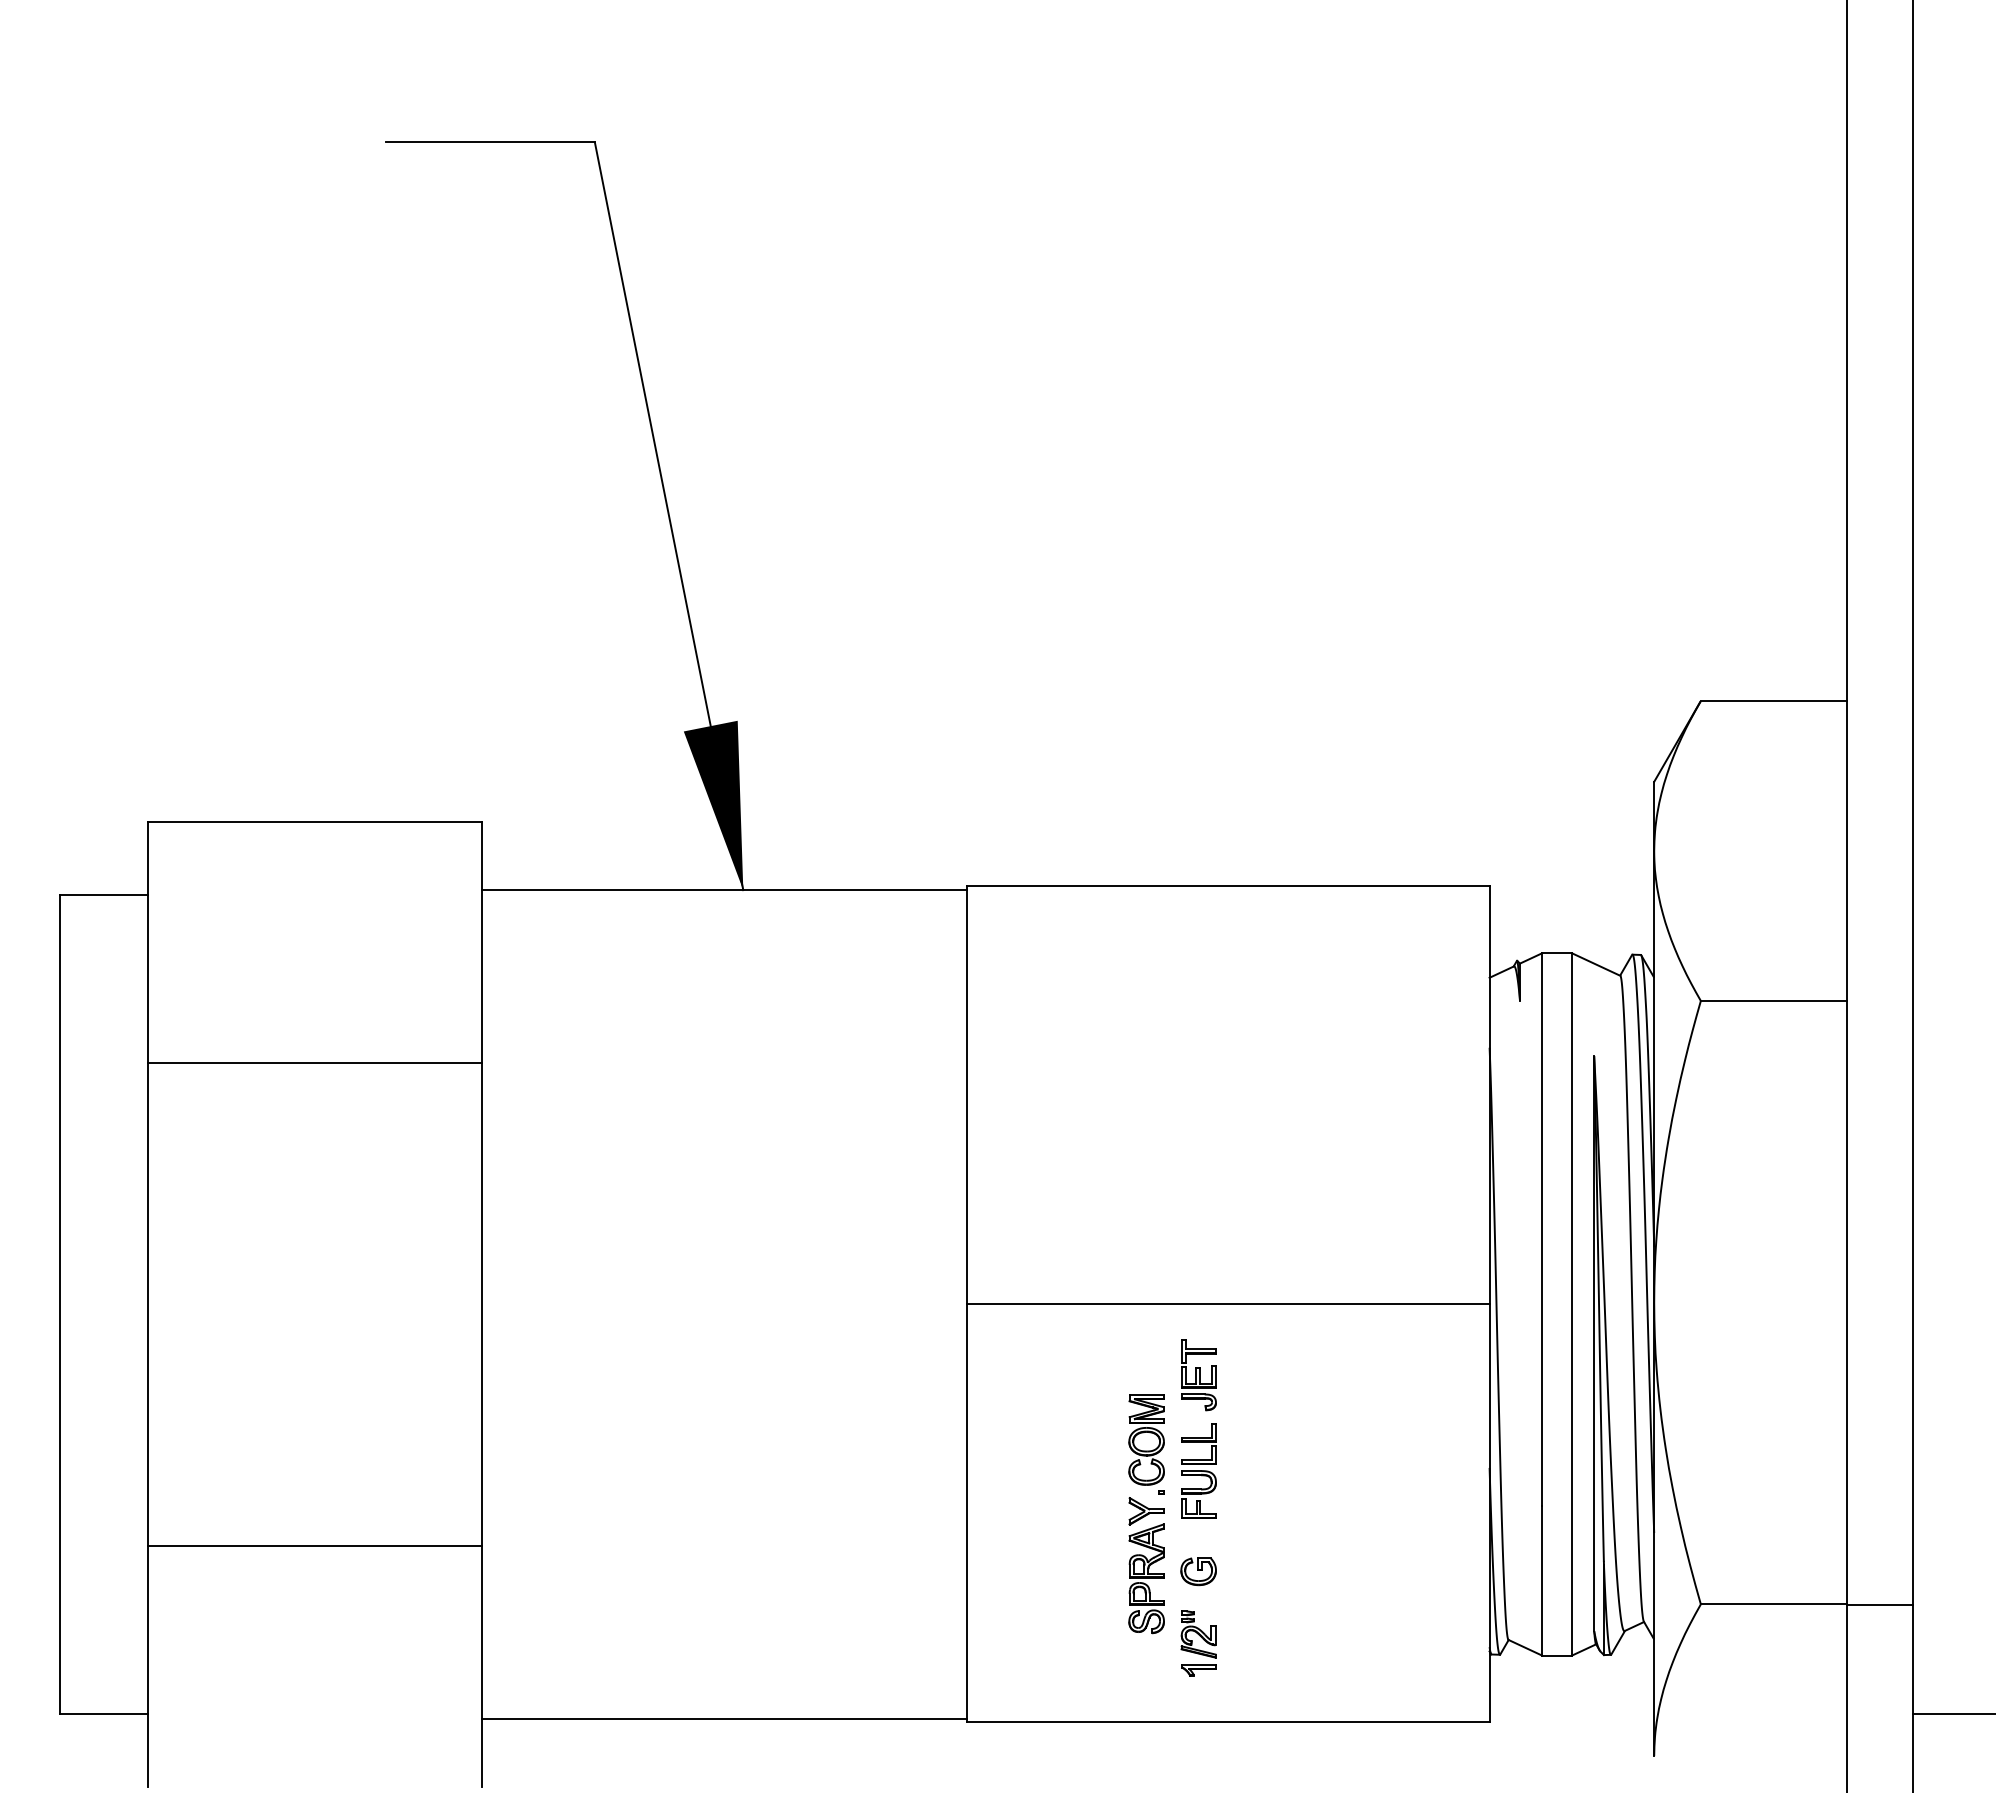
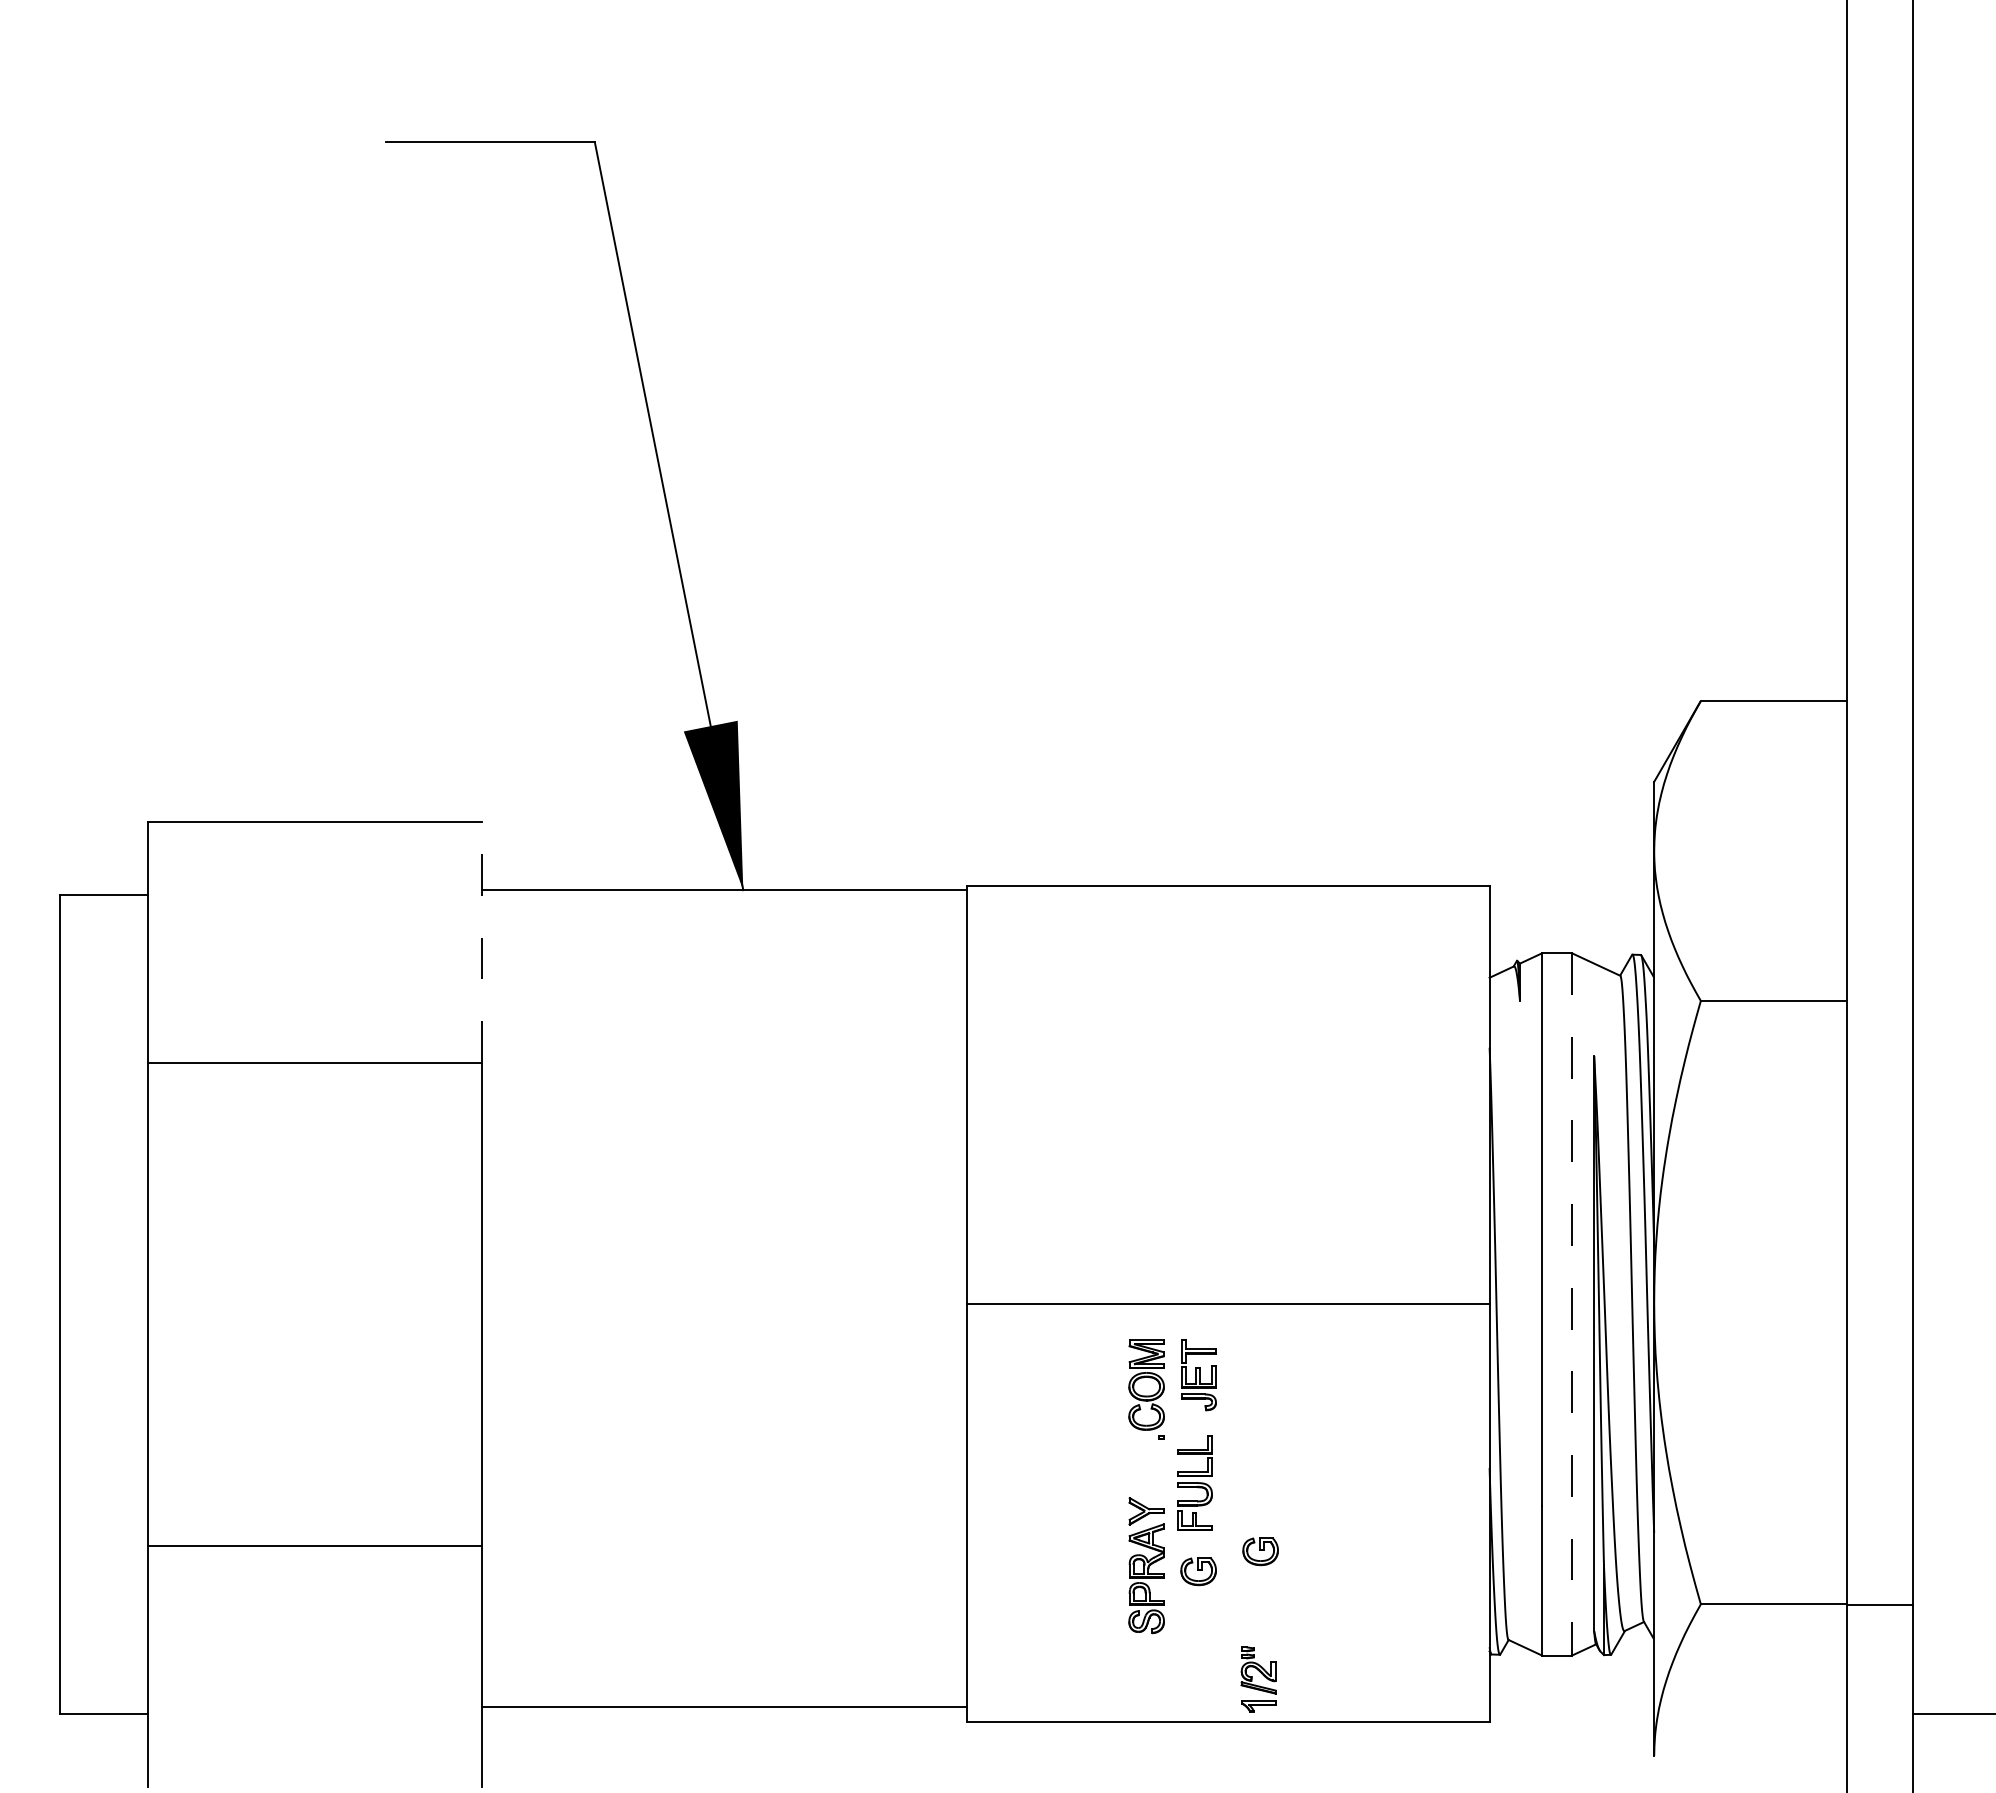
line at (482, 942): solid -> dashed
line at (1572, 1304): solid -> dashed
part at (1146, 1444) position: (1146, 1444) -> (1146, 1389)
part at (1198, 1470) position: (1198, 1470) -> (1194, 1482)
part at (1260, 1551): none -> present
part at (1198, 1643) position: (1198, 1643) -> (1258, 1679)
line at (724, 1718) position: (724, 1718) -> (724, 1706)
